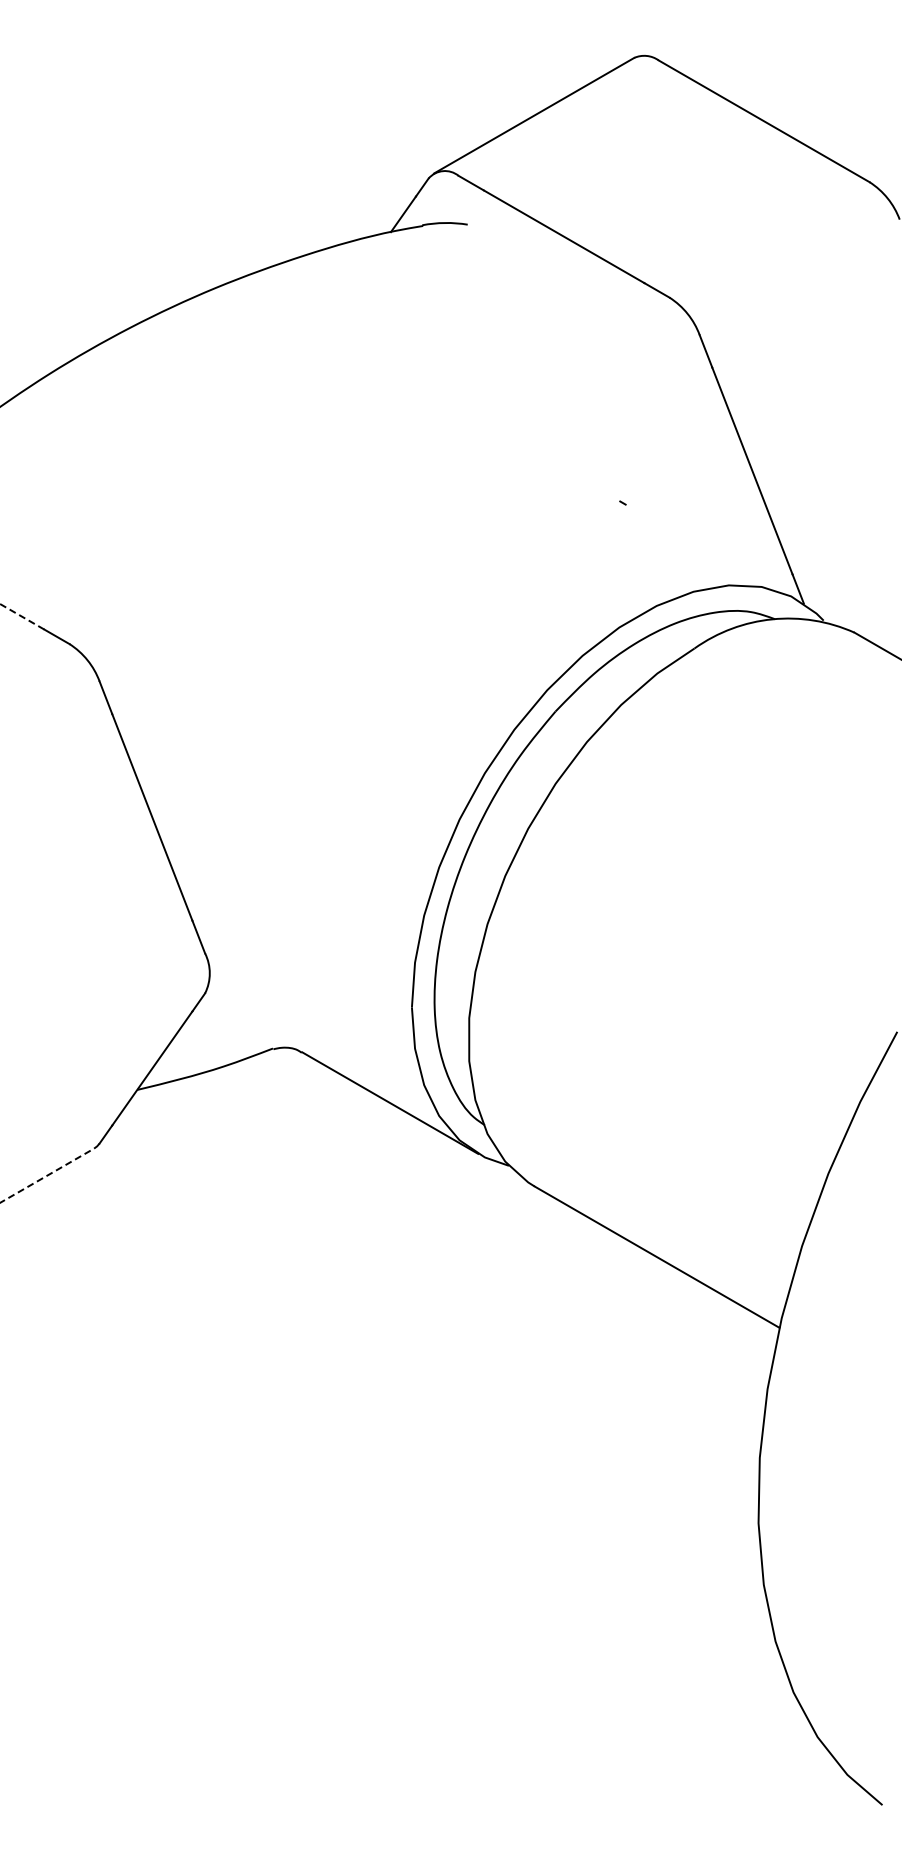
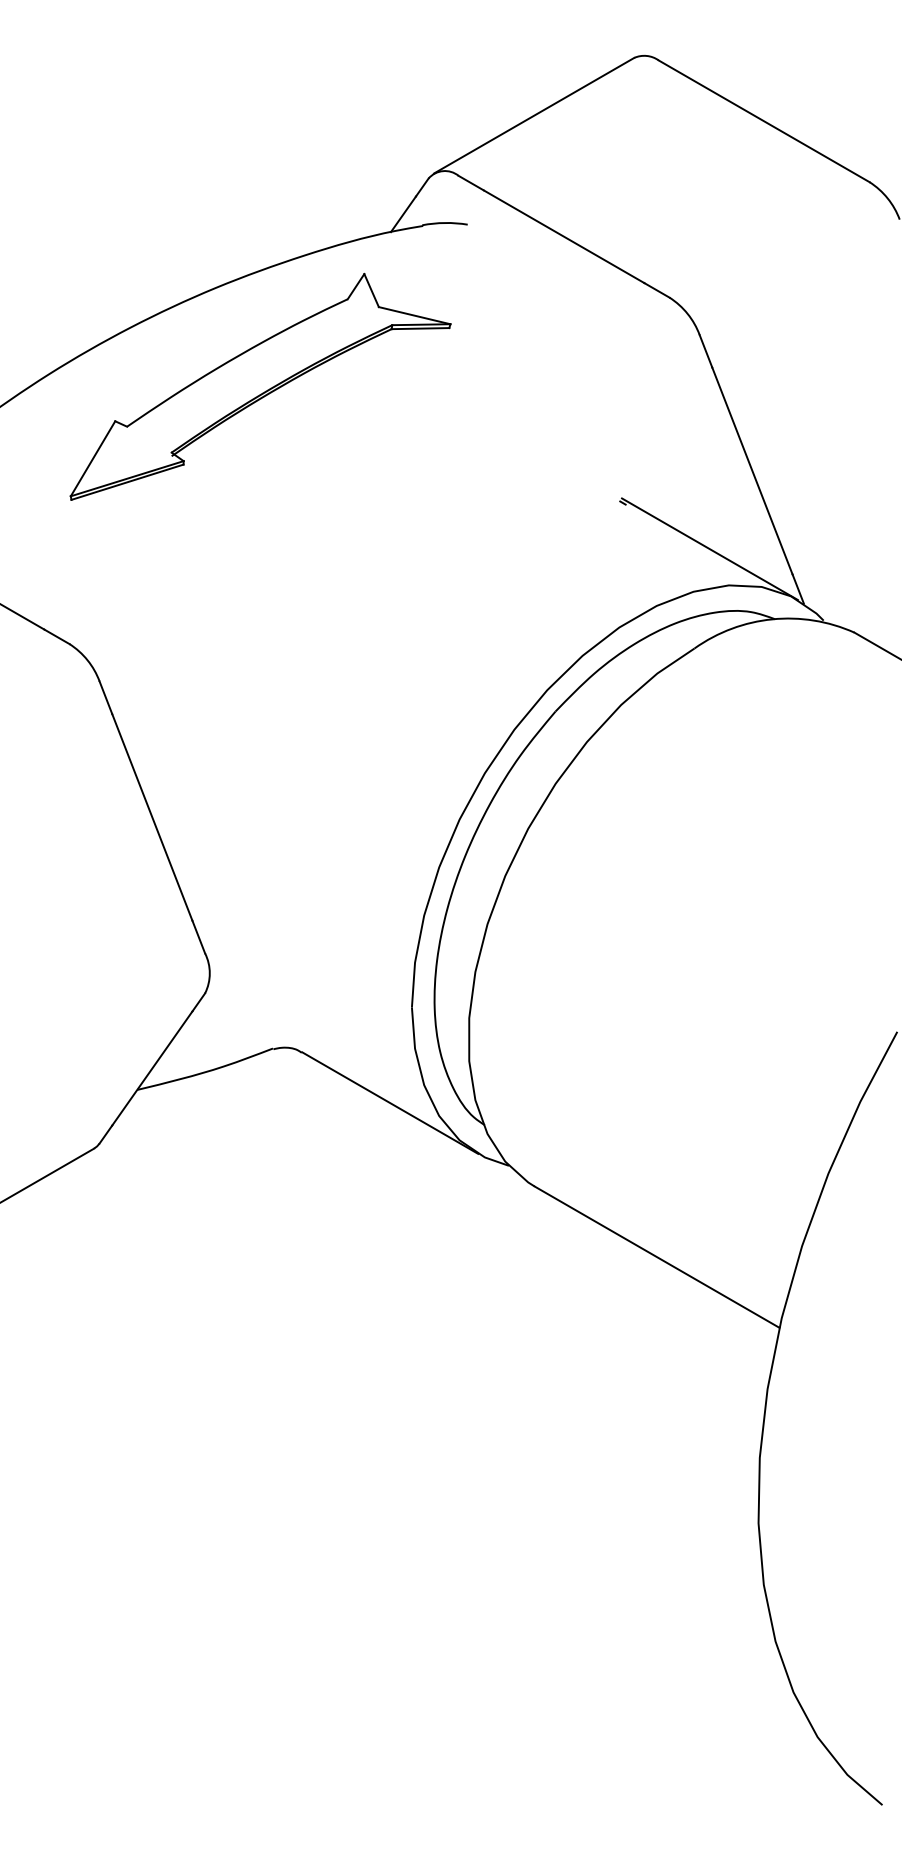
part at (260, 386): none -> present
line at (709, 549): none -> present
line at (21, 616): dashed -> solid
line at (47, 1175): dashed -> solid
